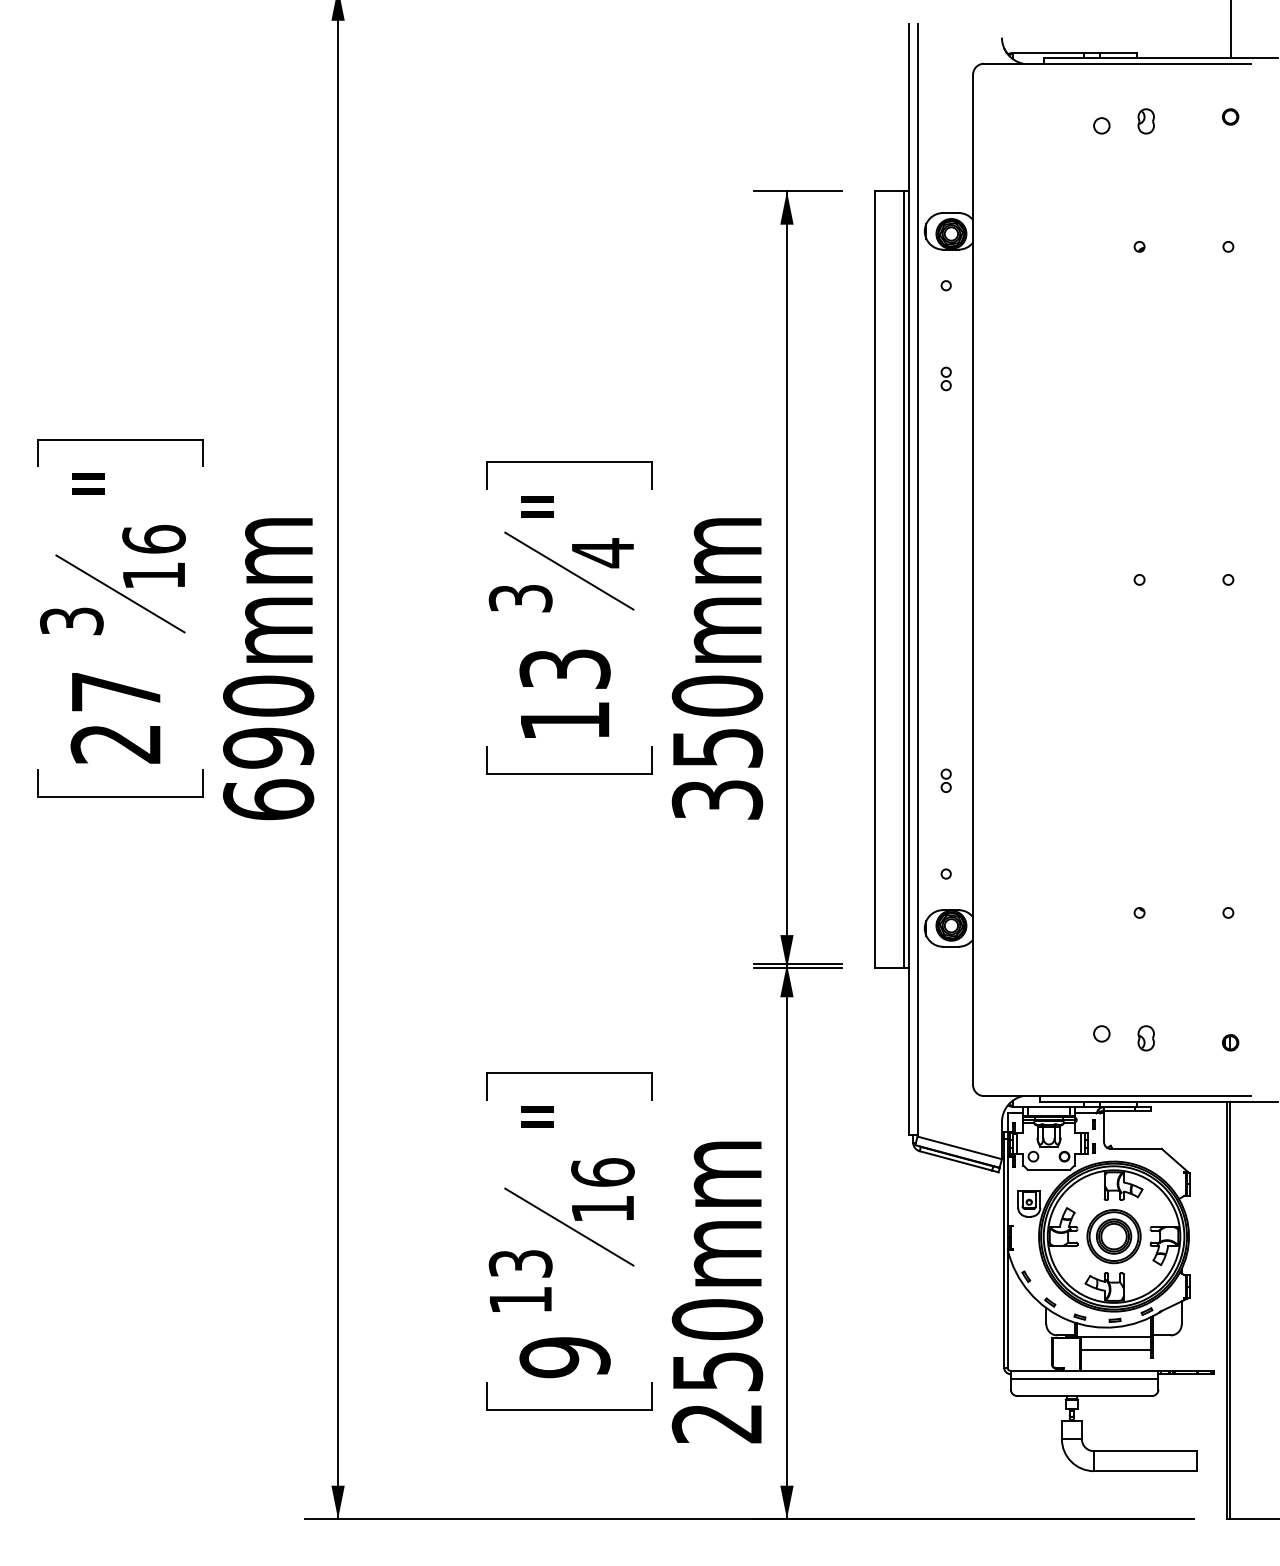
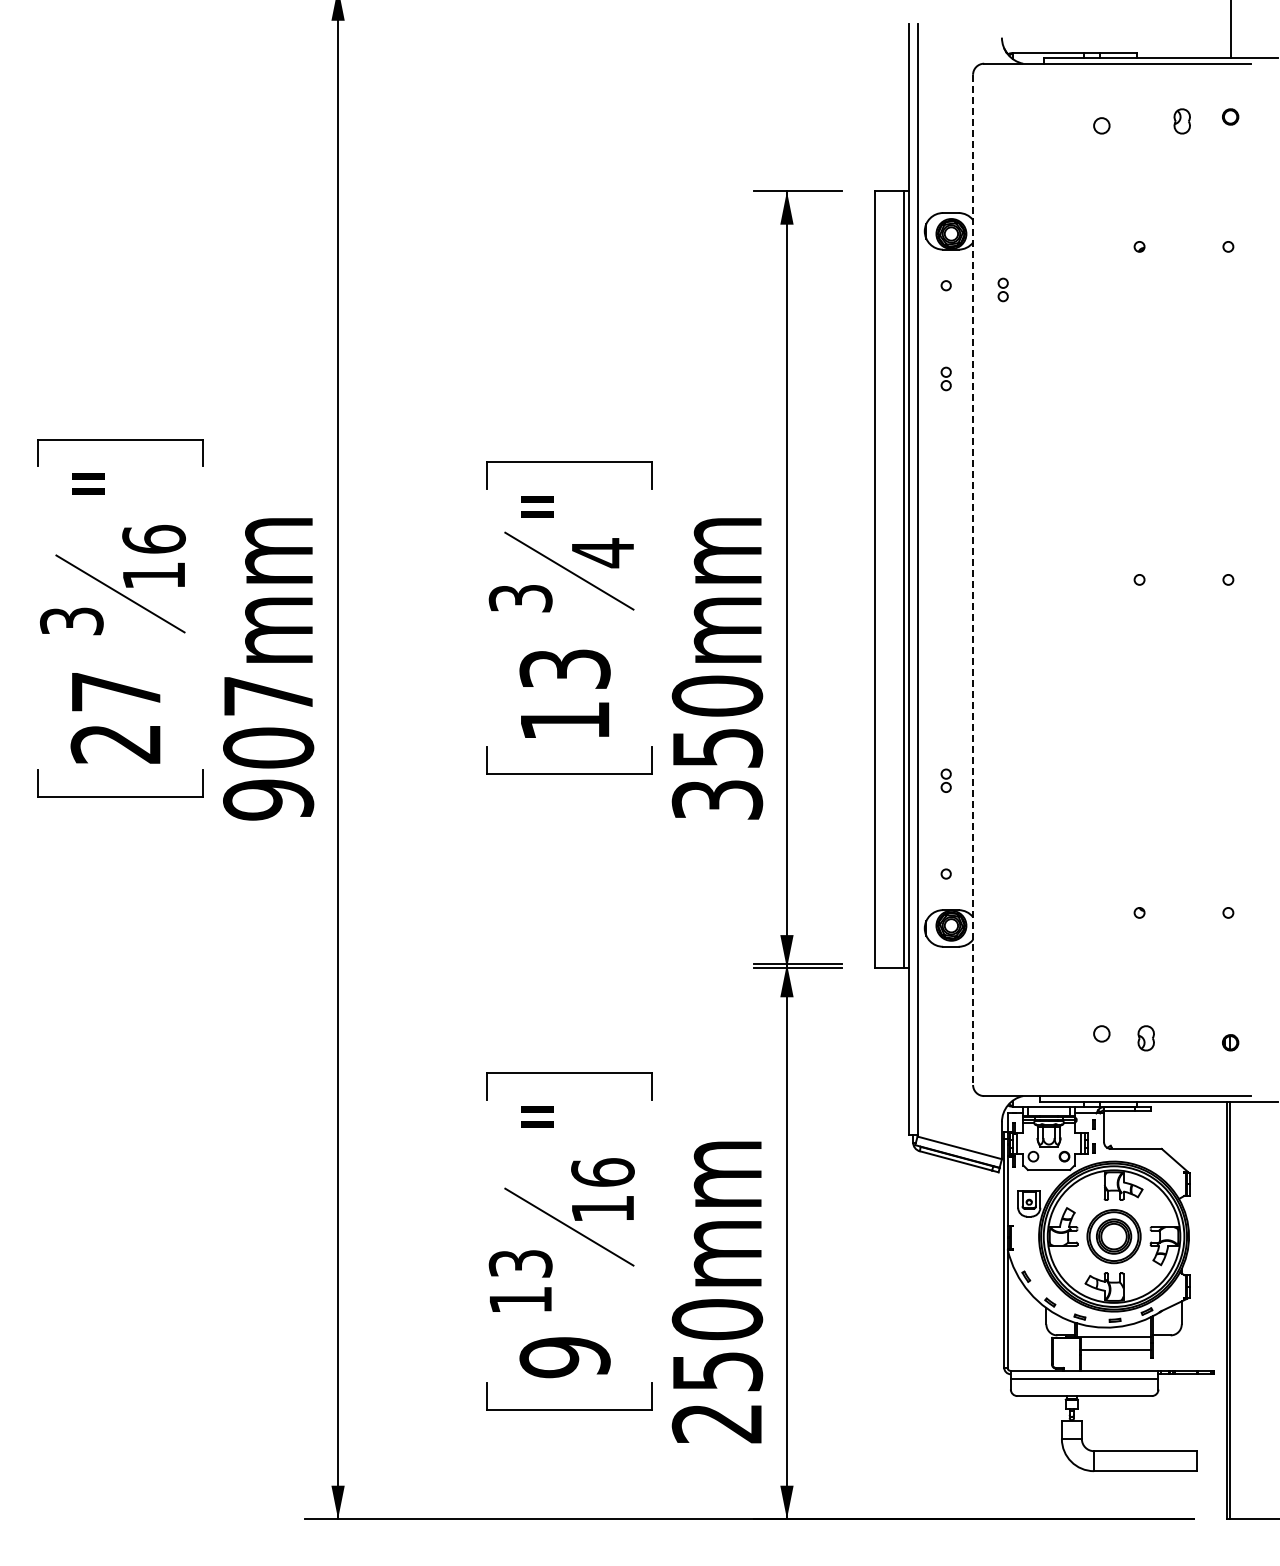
part at (1145, 121) position: (1145, 121) -> (1181, 121)
part at (1002, 289): none -> present
line at (973, 580): solid -> dashed
text at (268, 747): 690mm -> 907mm
